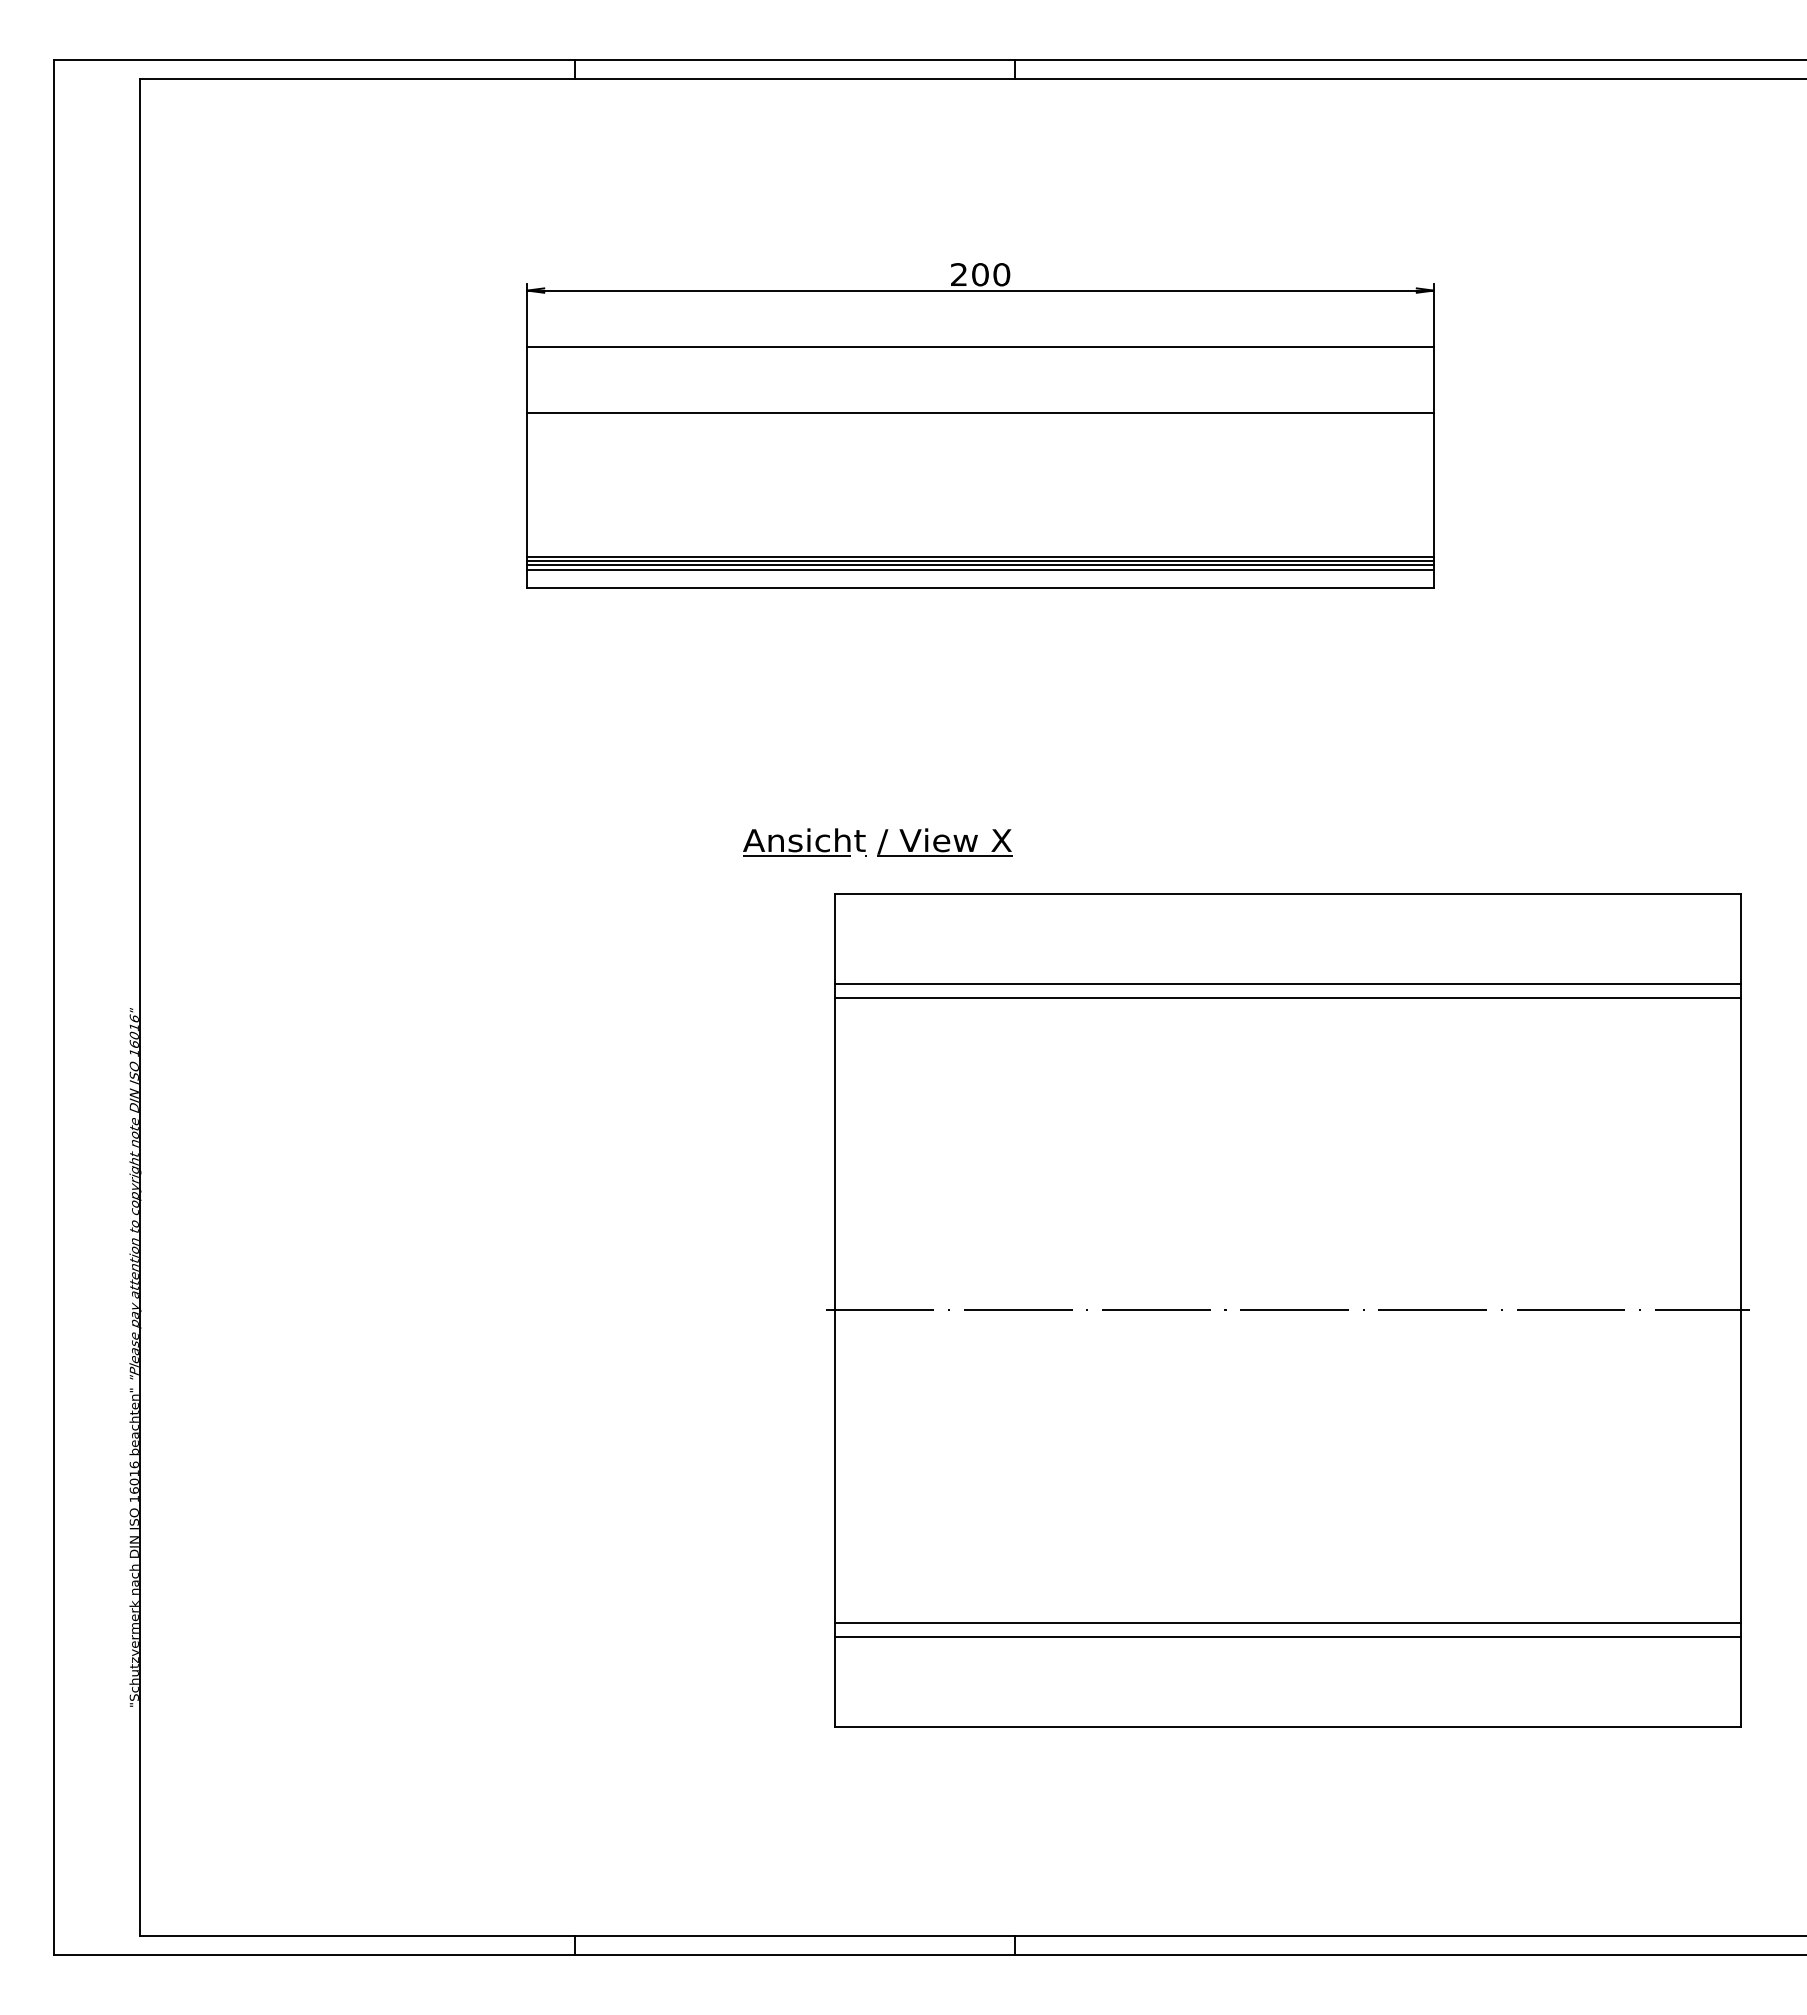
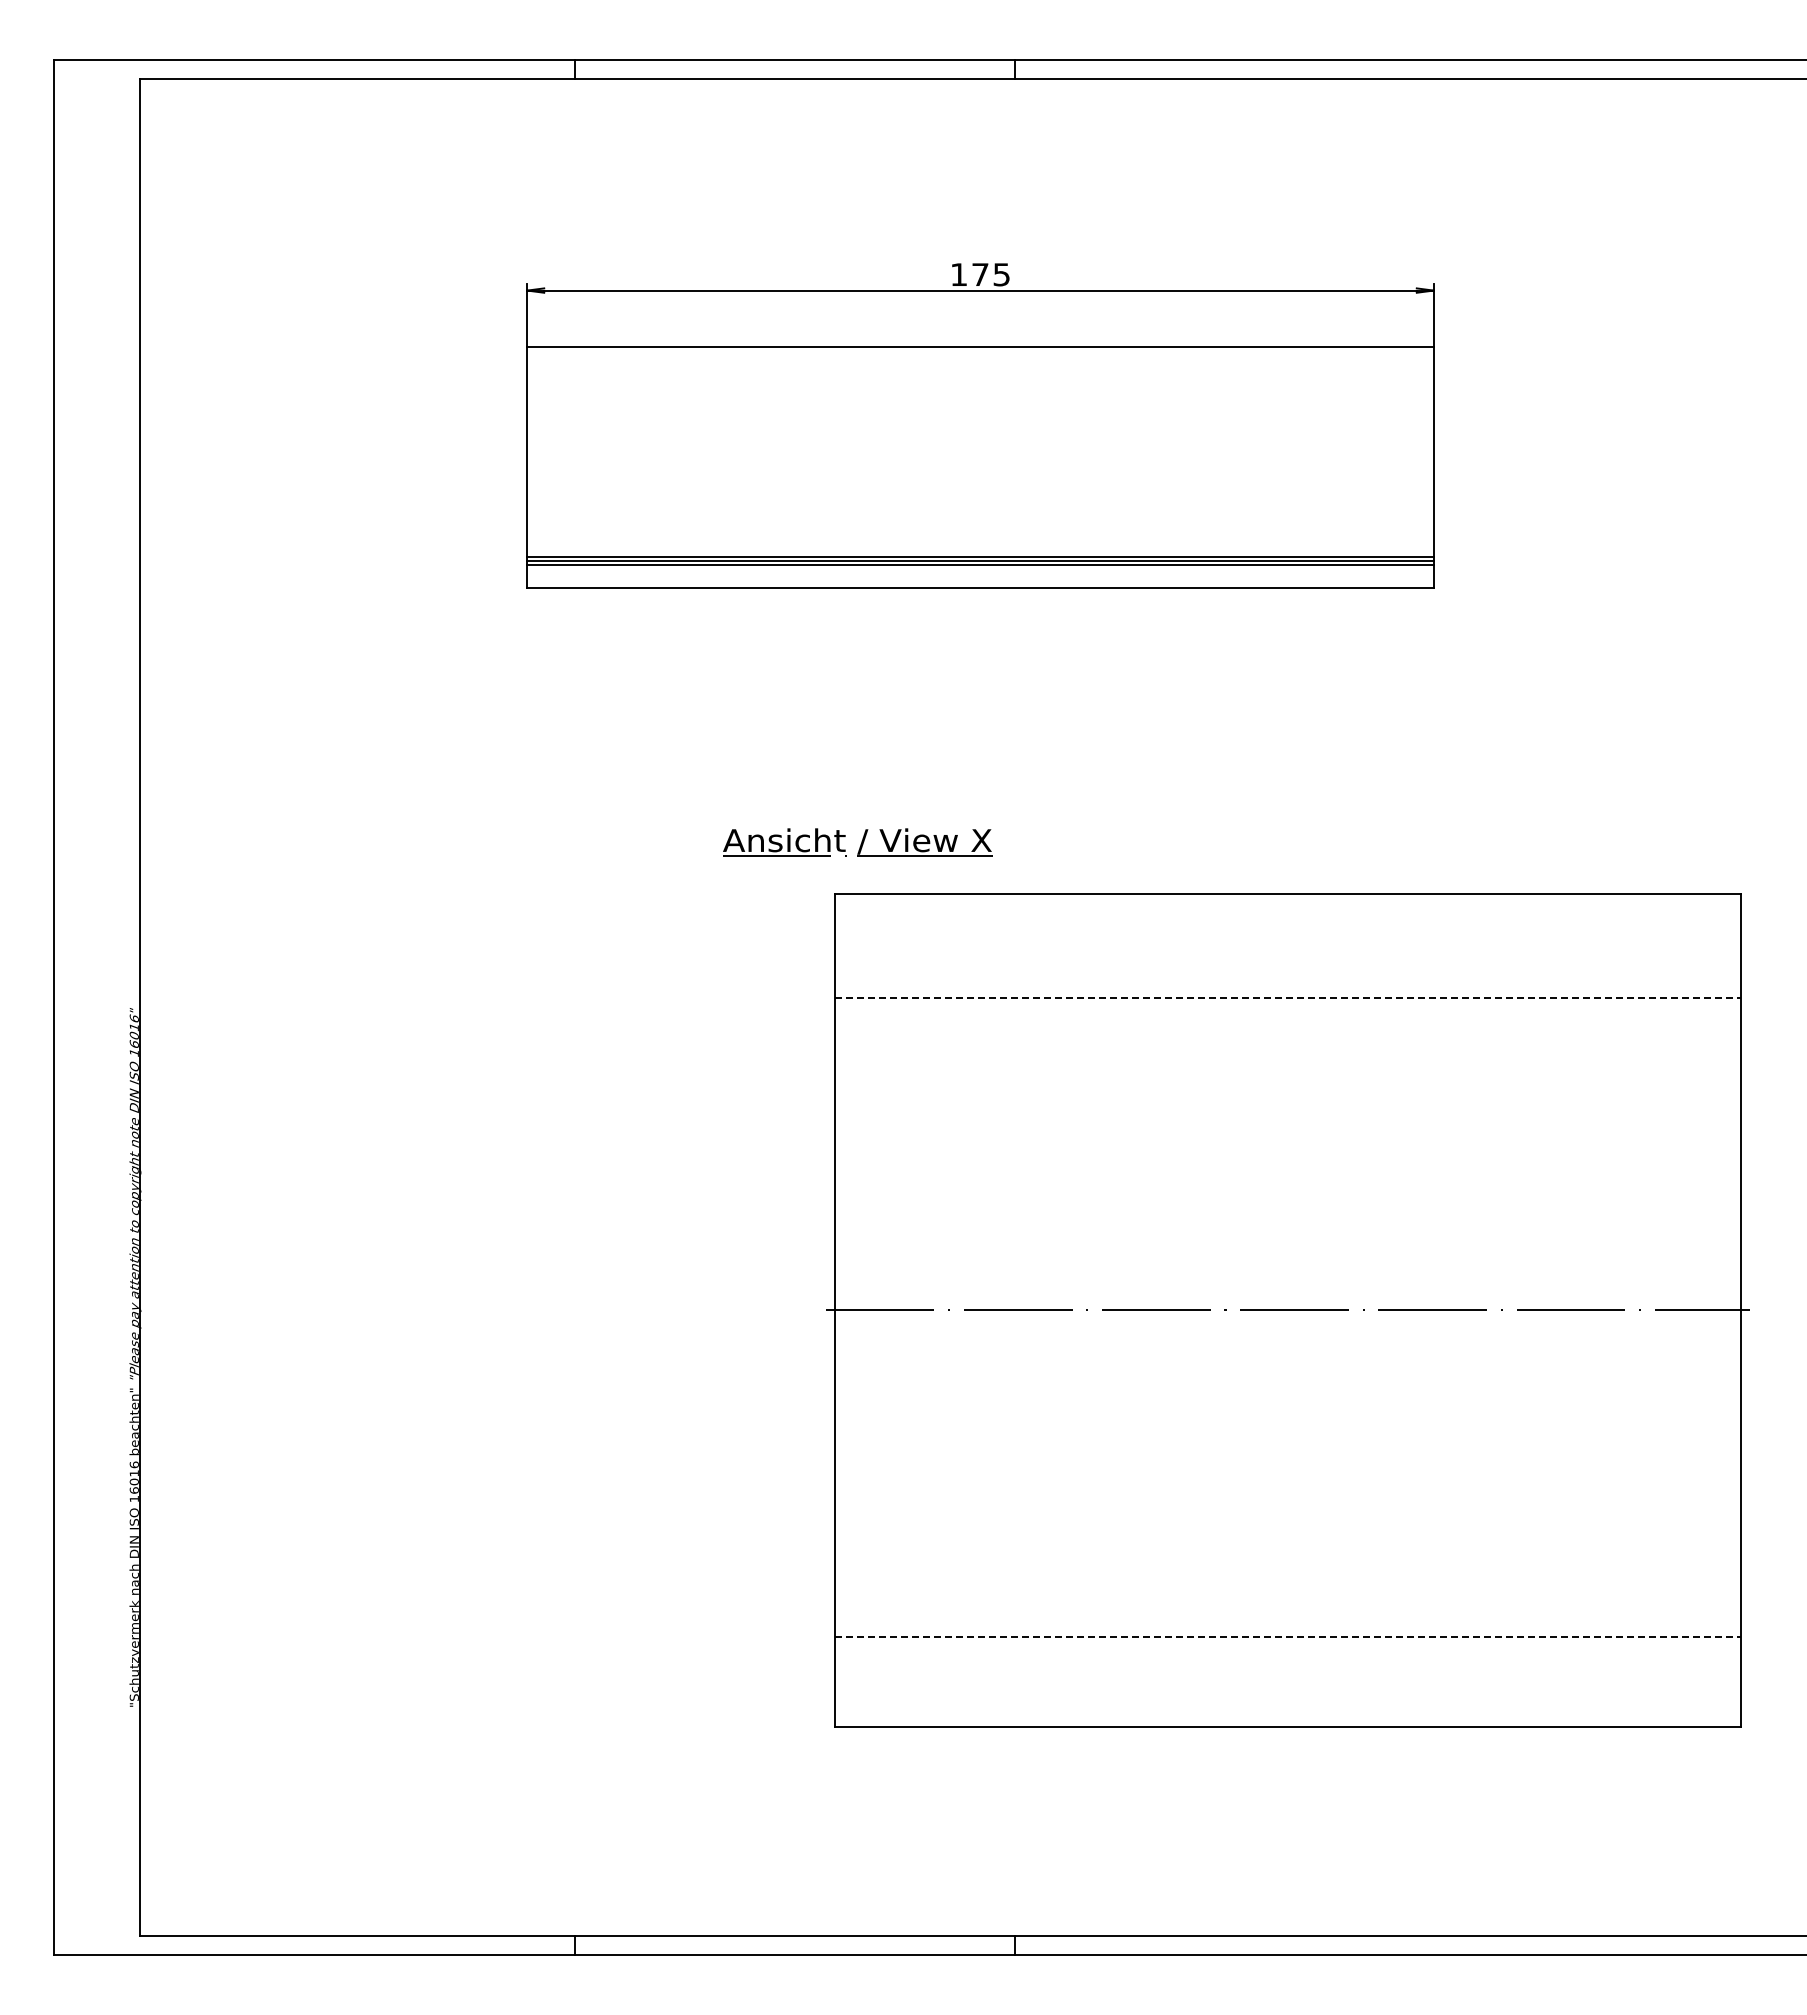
text at (980, 274): 200 -> 175
line at (980, 413): present -> none
line at (980, 570): present -> none
part at (877, 842) position: (877, 842) -> (857, 842)
line at (1287, 983): present -> none
line at (1288, 997): solid -> dashed
line at (1287, 1623): present -> none
line at (1288, 1636): solid -> dashed
